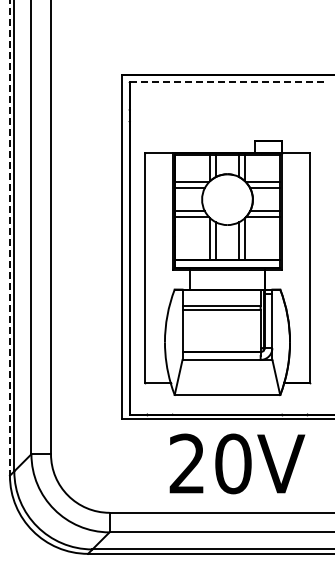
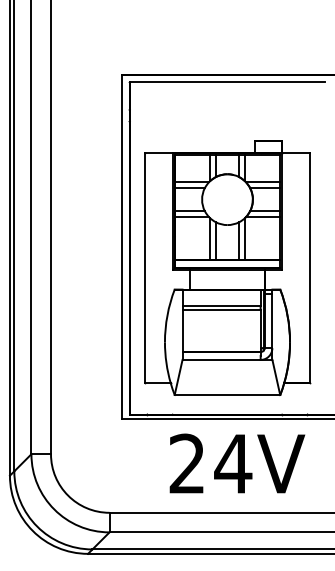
line at (227, 82): dashed -> solid
line at (9, 238): dashed -> solid
text at (233, 463): 20V -> 24V
